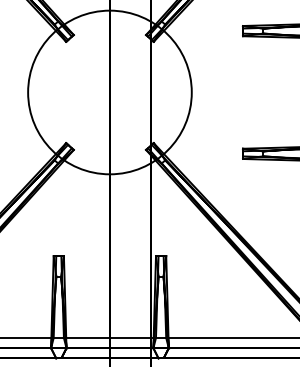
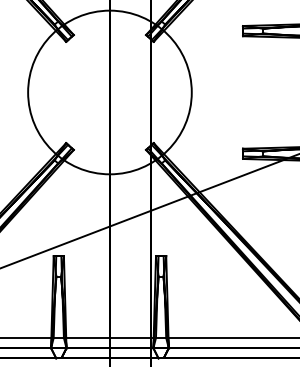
line at (149, 211): none -> present
